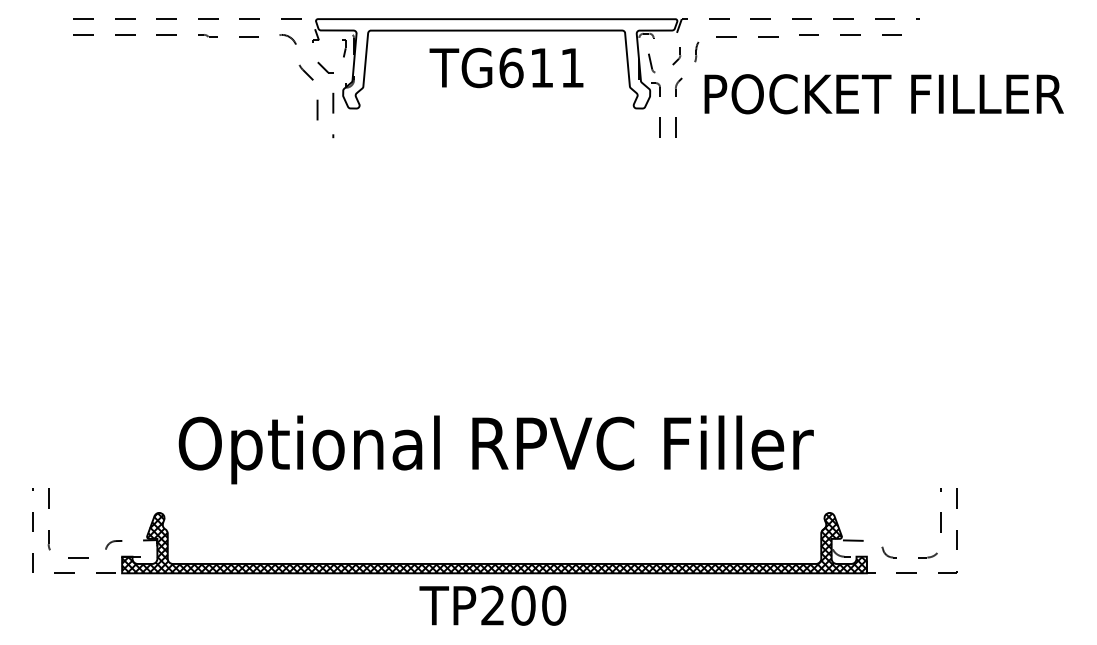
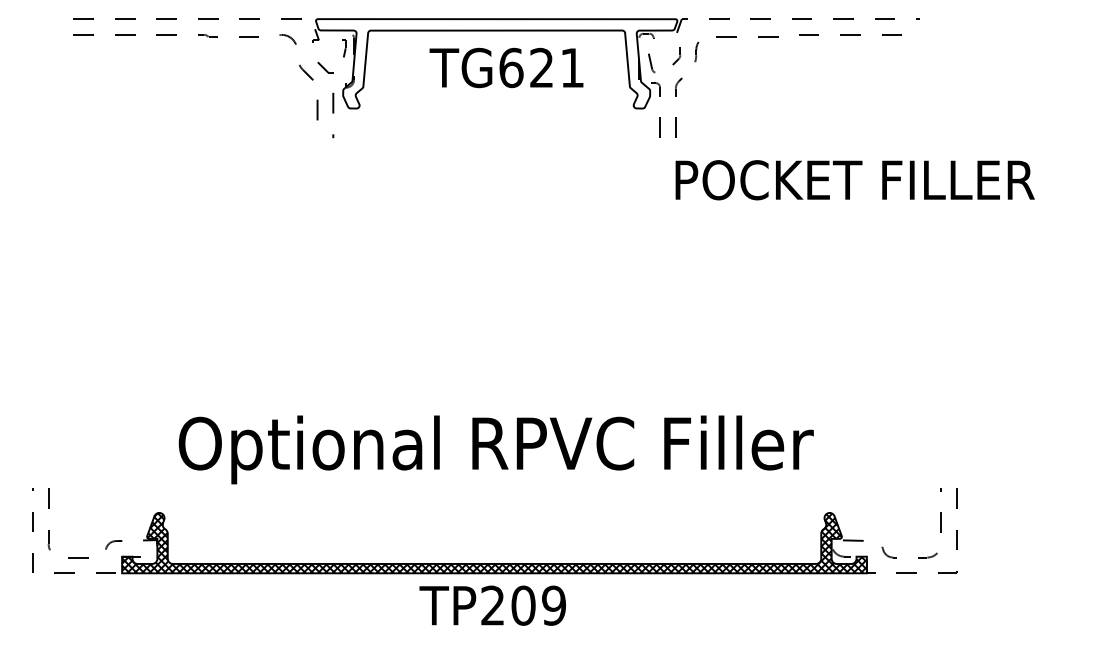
text at (541, 67): TG611 -> TG621
text at (883, 94) position: (883, 94) -> (854, 180)
text at (554, 605): TP200 -> TP209
